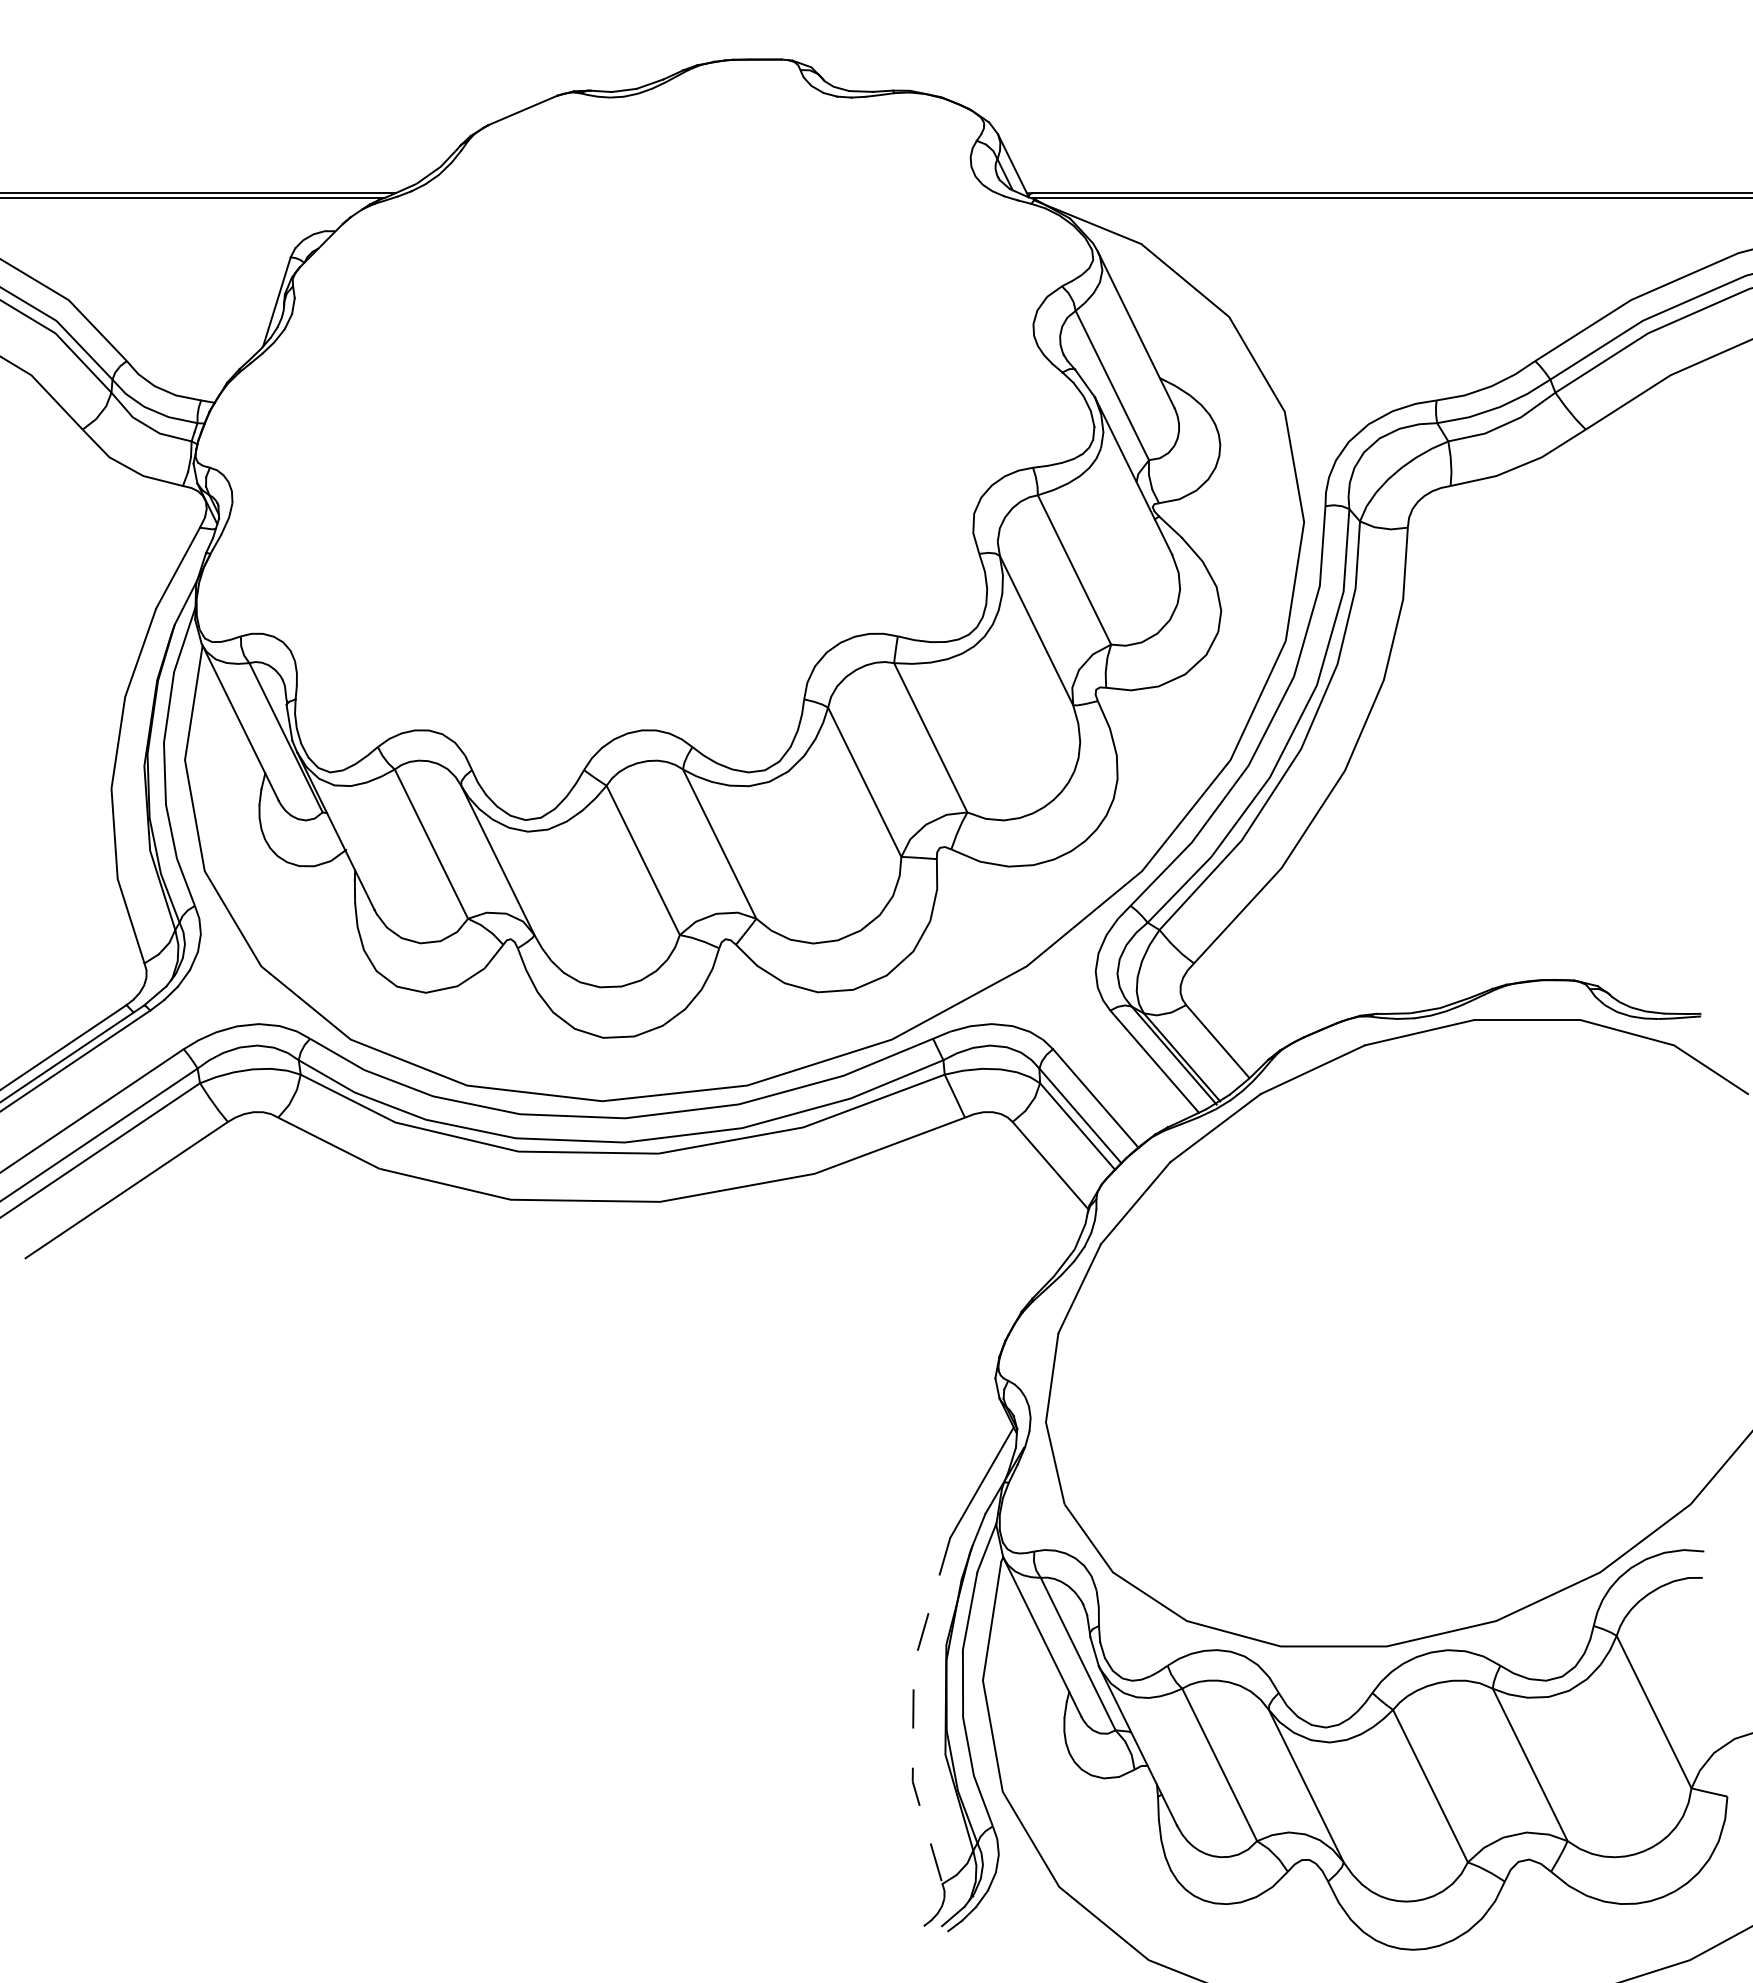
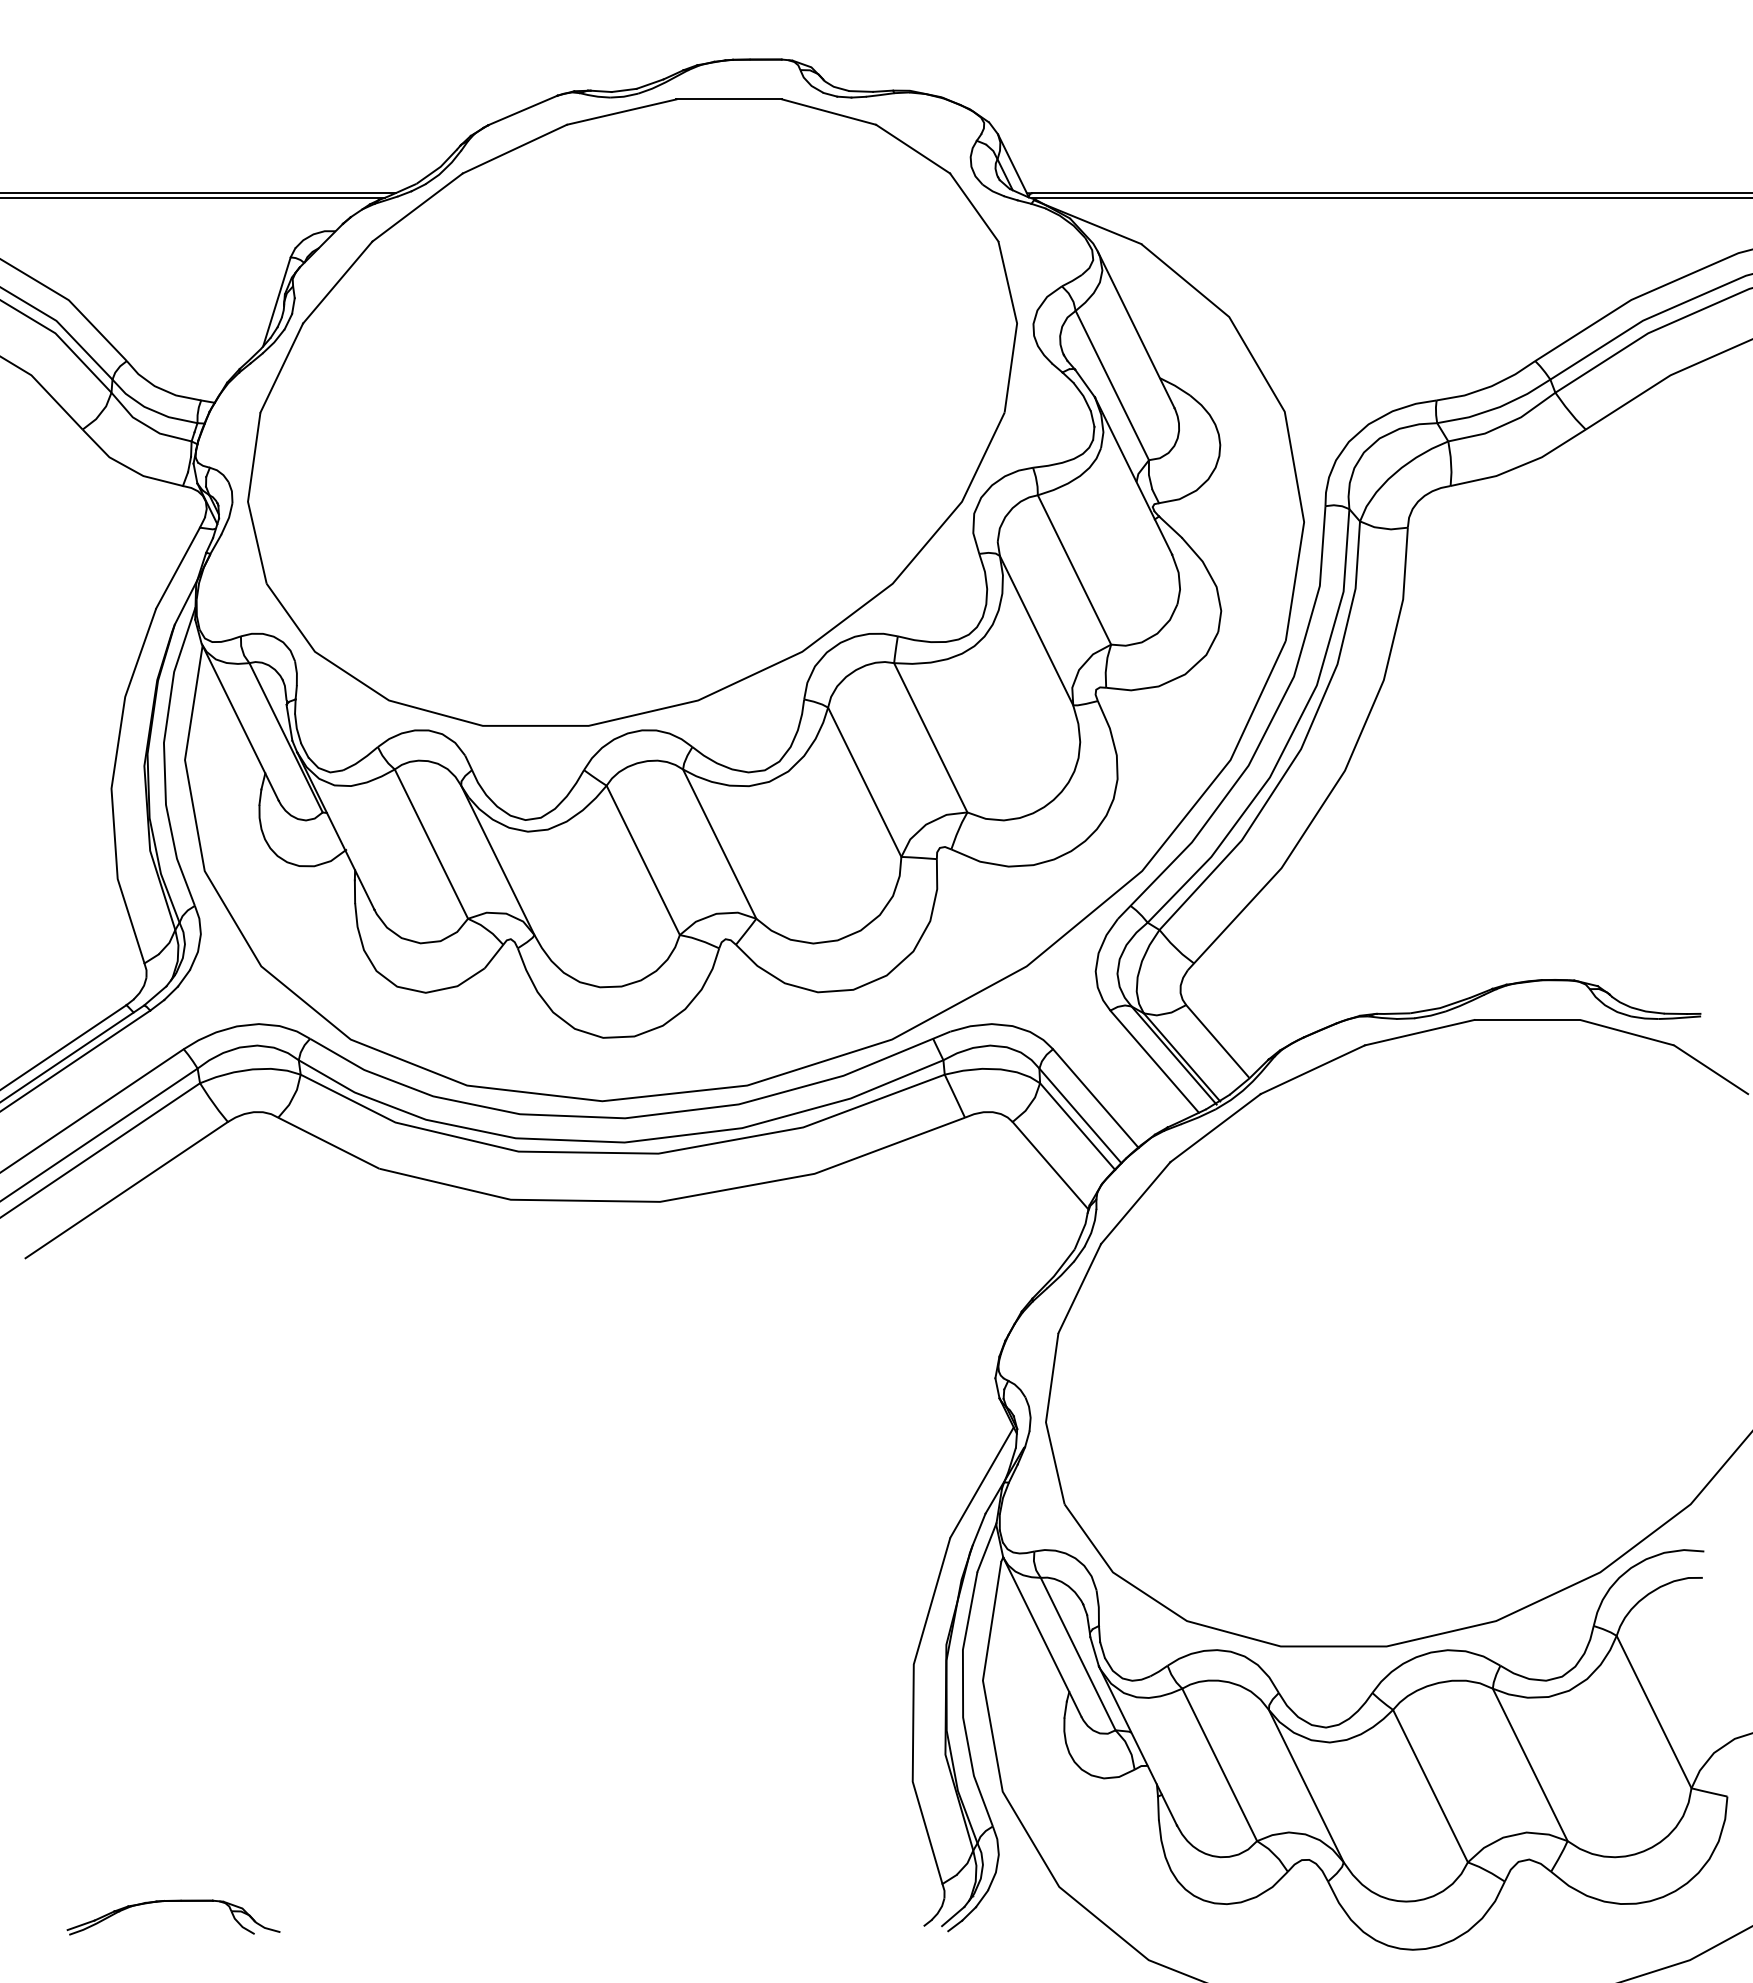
part at (632, 412): none -> present
line at (913, 1711): dashed -> solid
part at (173, 1901): none -> present
